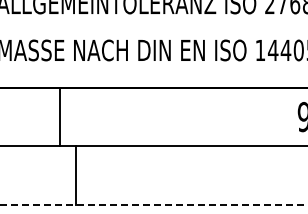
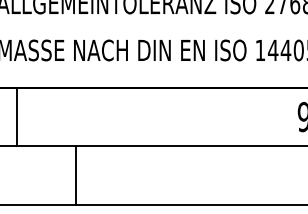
line at (60, 116) position: (60, 116) -> (17, 116)
line at (153, 205): dashed -> solid
